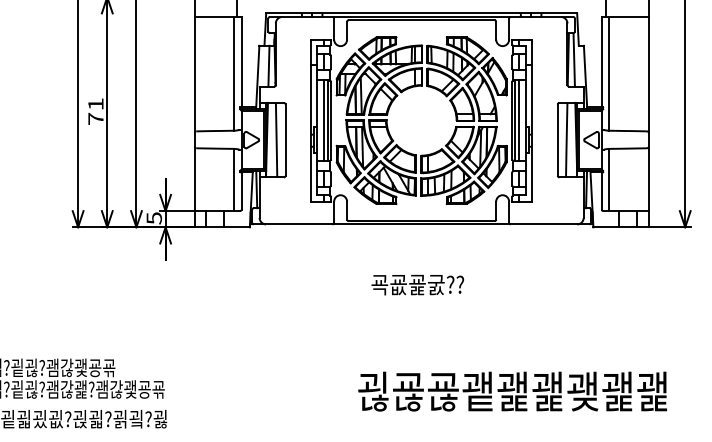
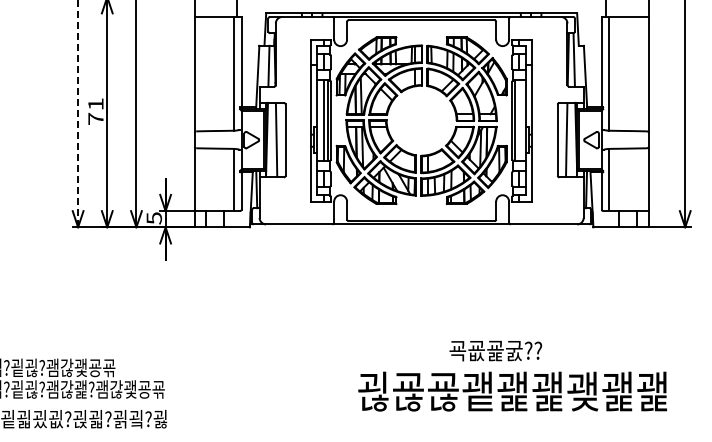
line at (78, 113): solid -> dashed
line at (518, 120): present -> none
text at (417, 284) position: (417, 284) -> (495, 350)
